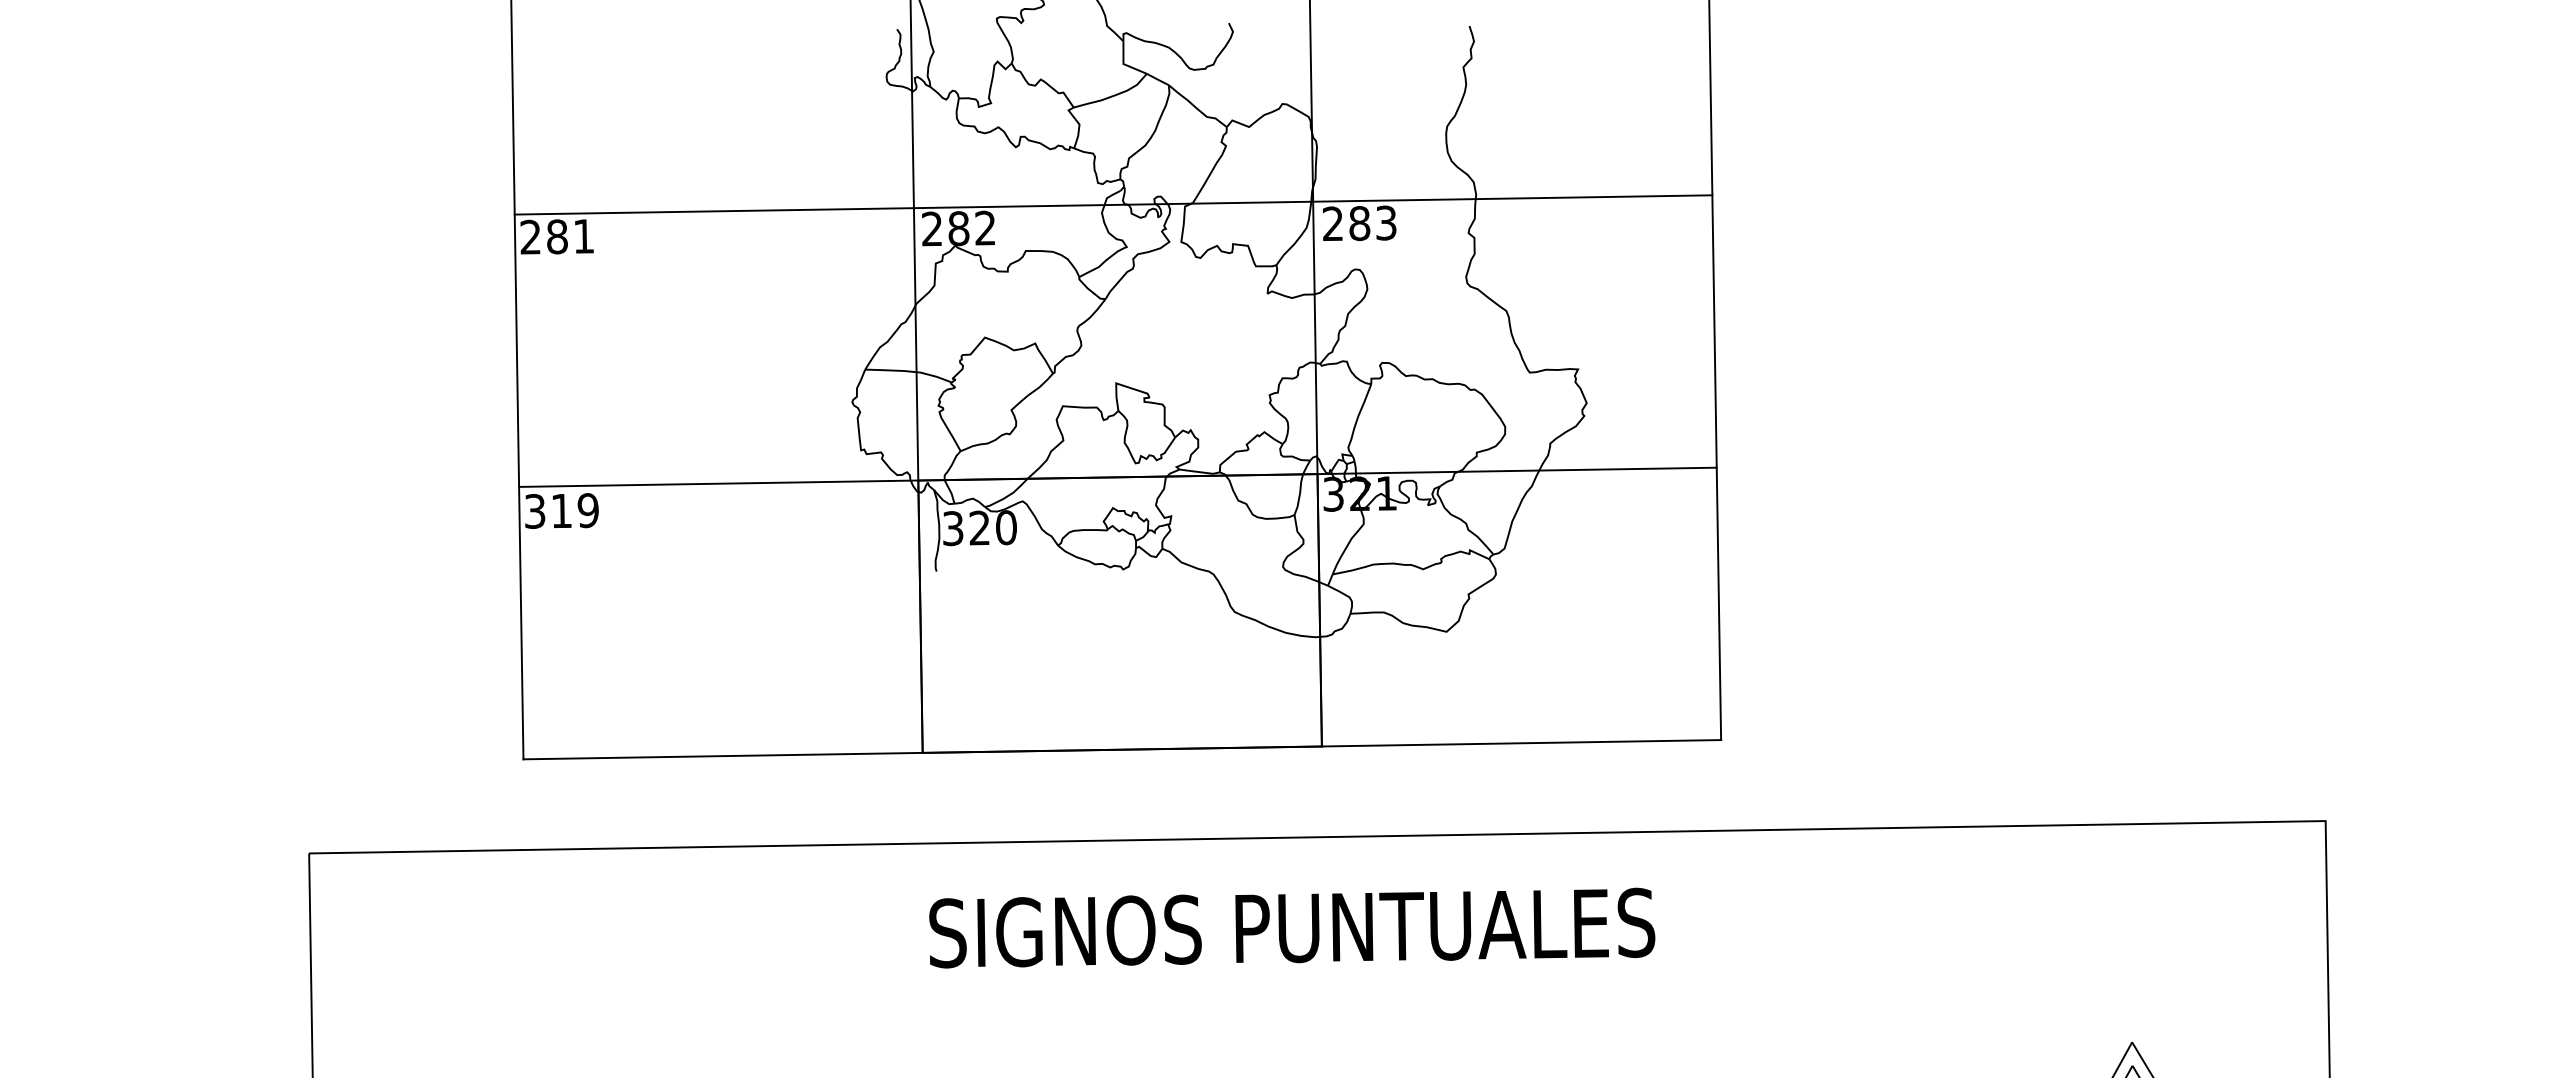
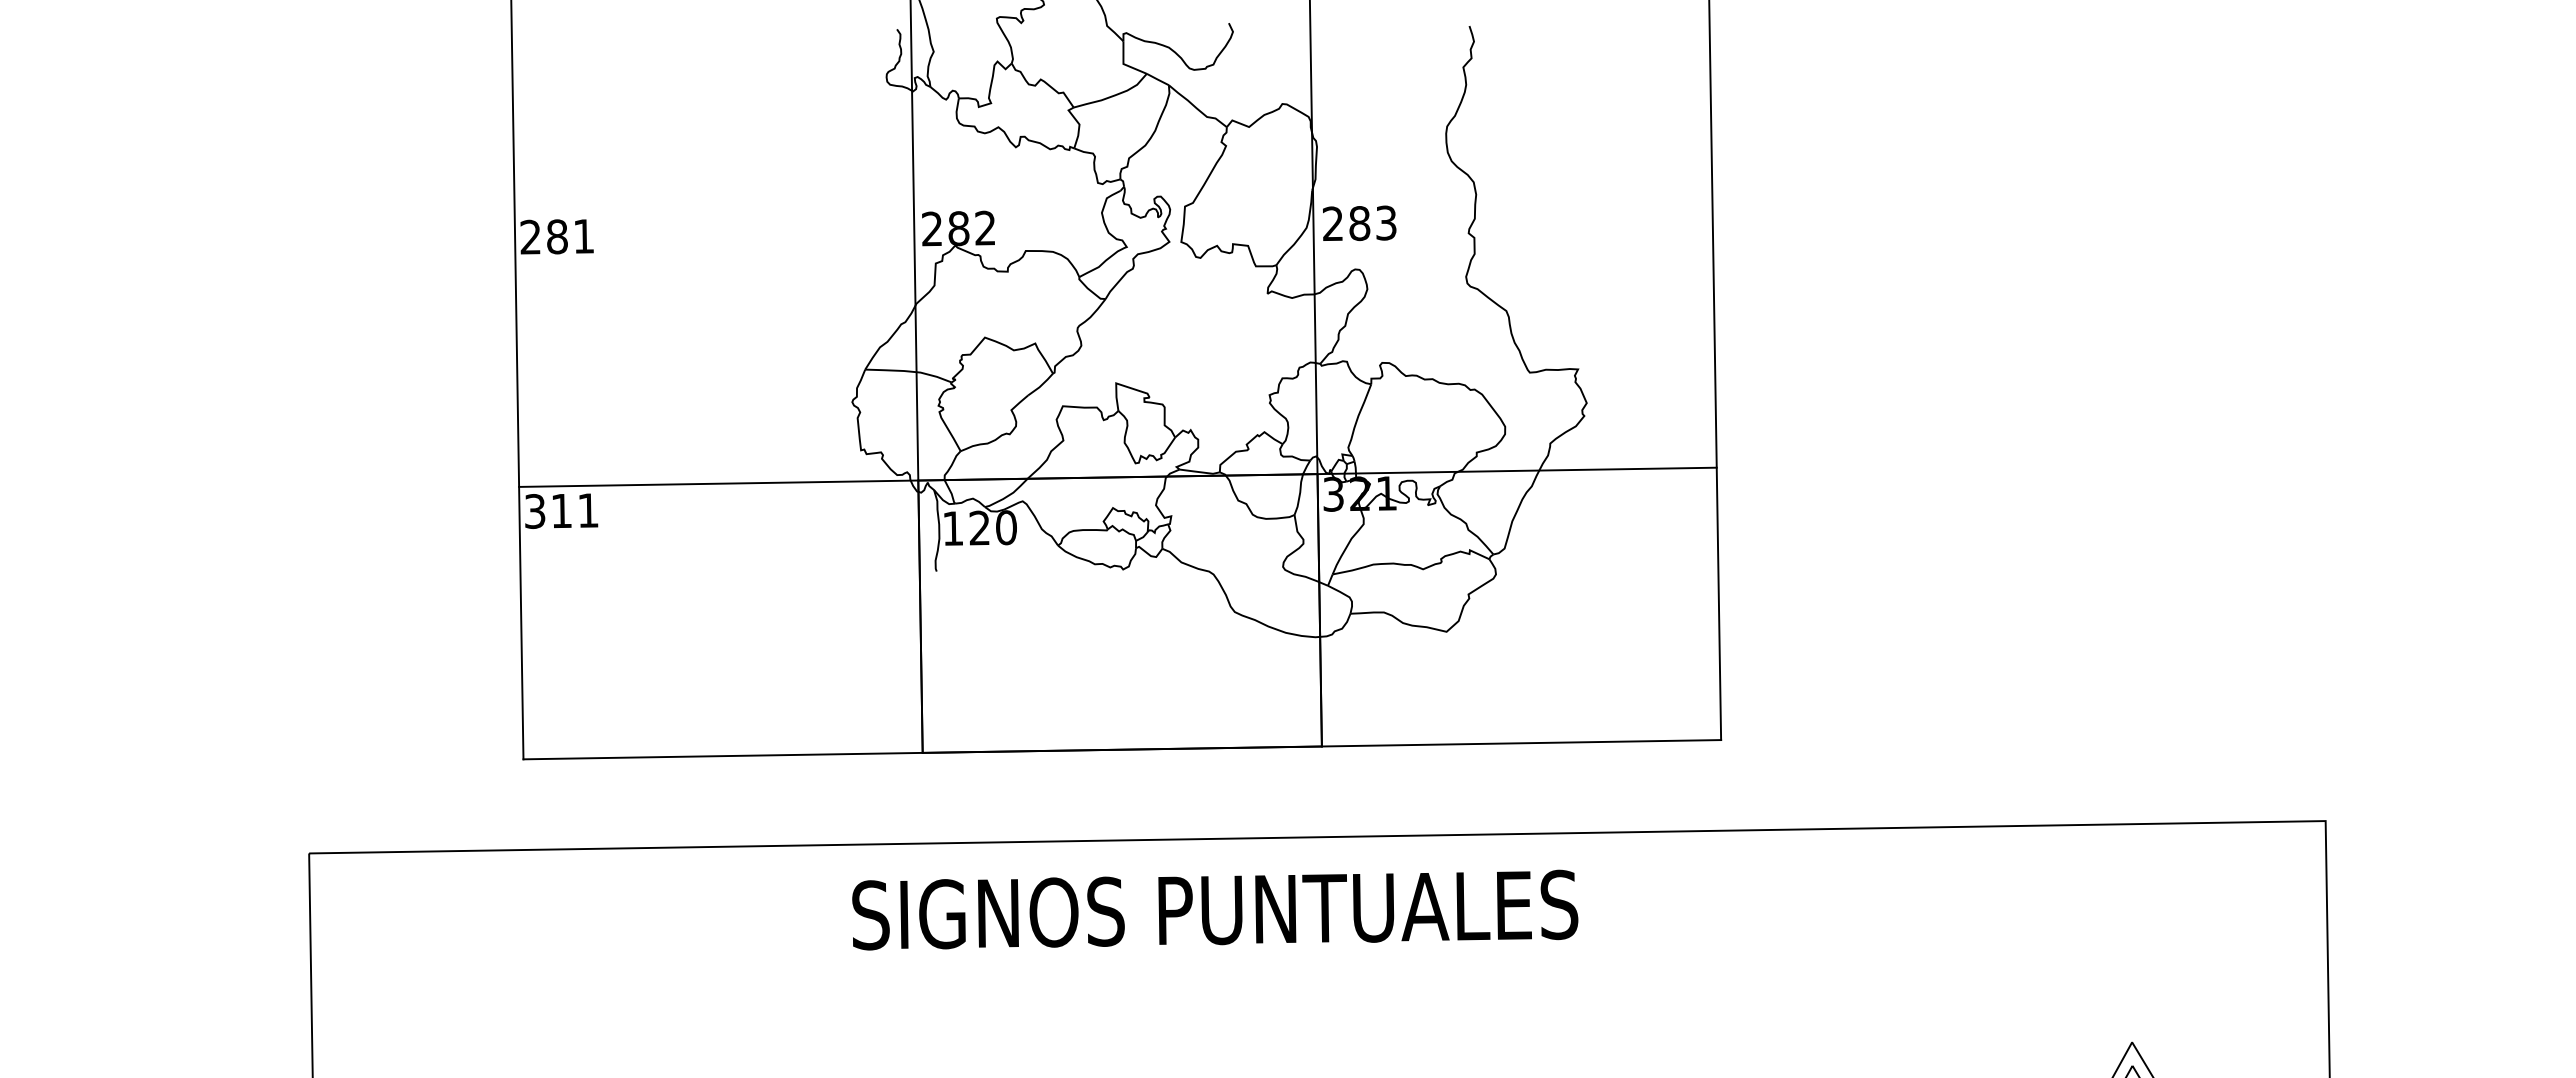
line at (1113, 204): present -> none
text at (587, 510): 319 -> 311
text at (953, 528): 320 -> 120
text at (1292, 927) position: (1292, 927) -> (1215, 909)
